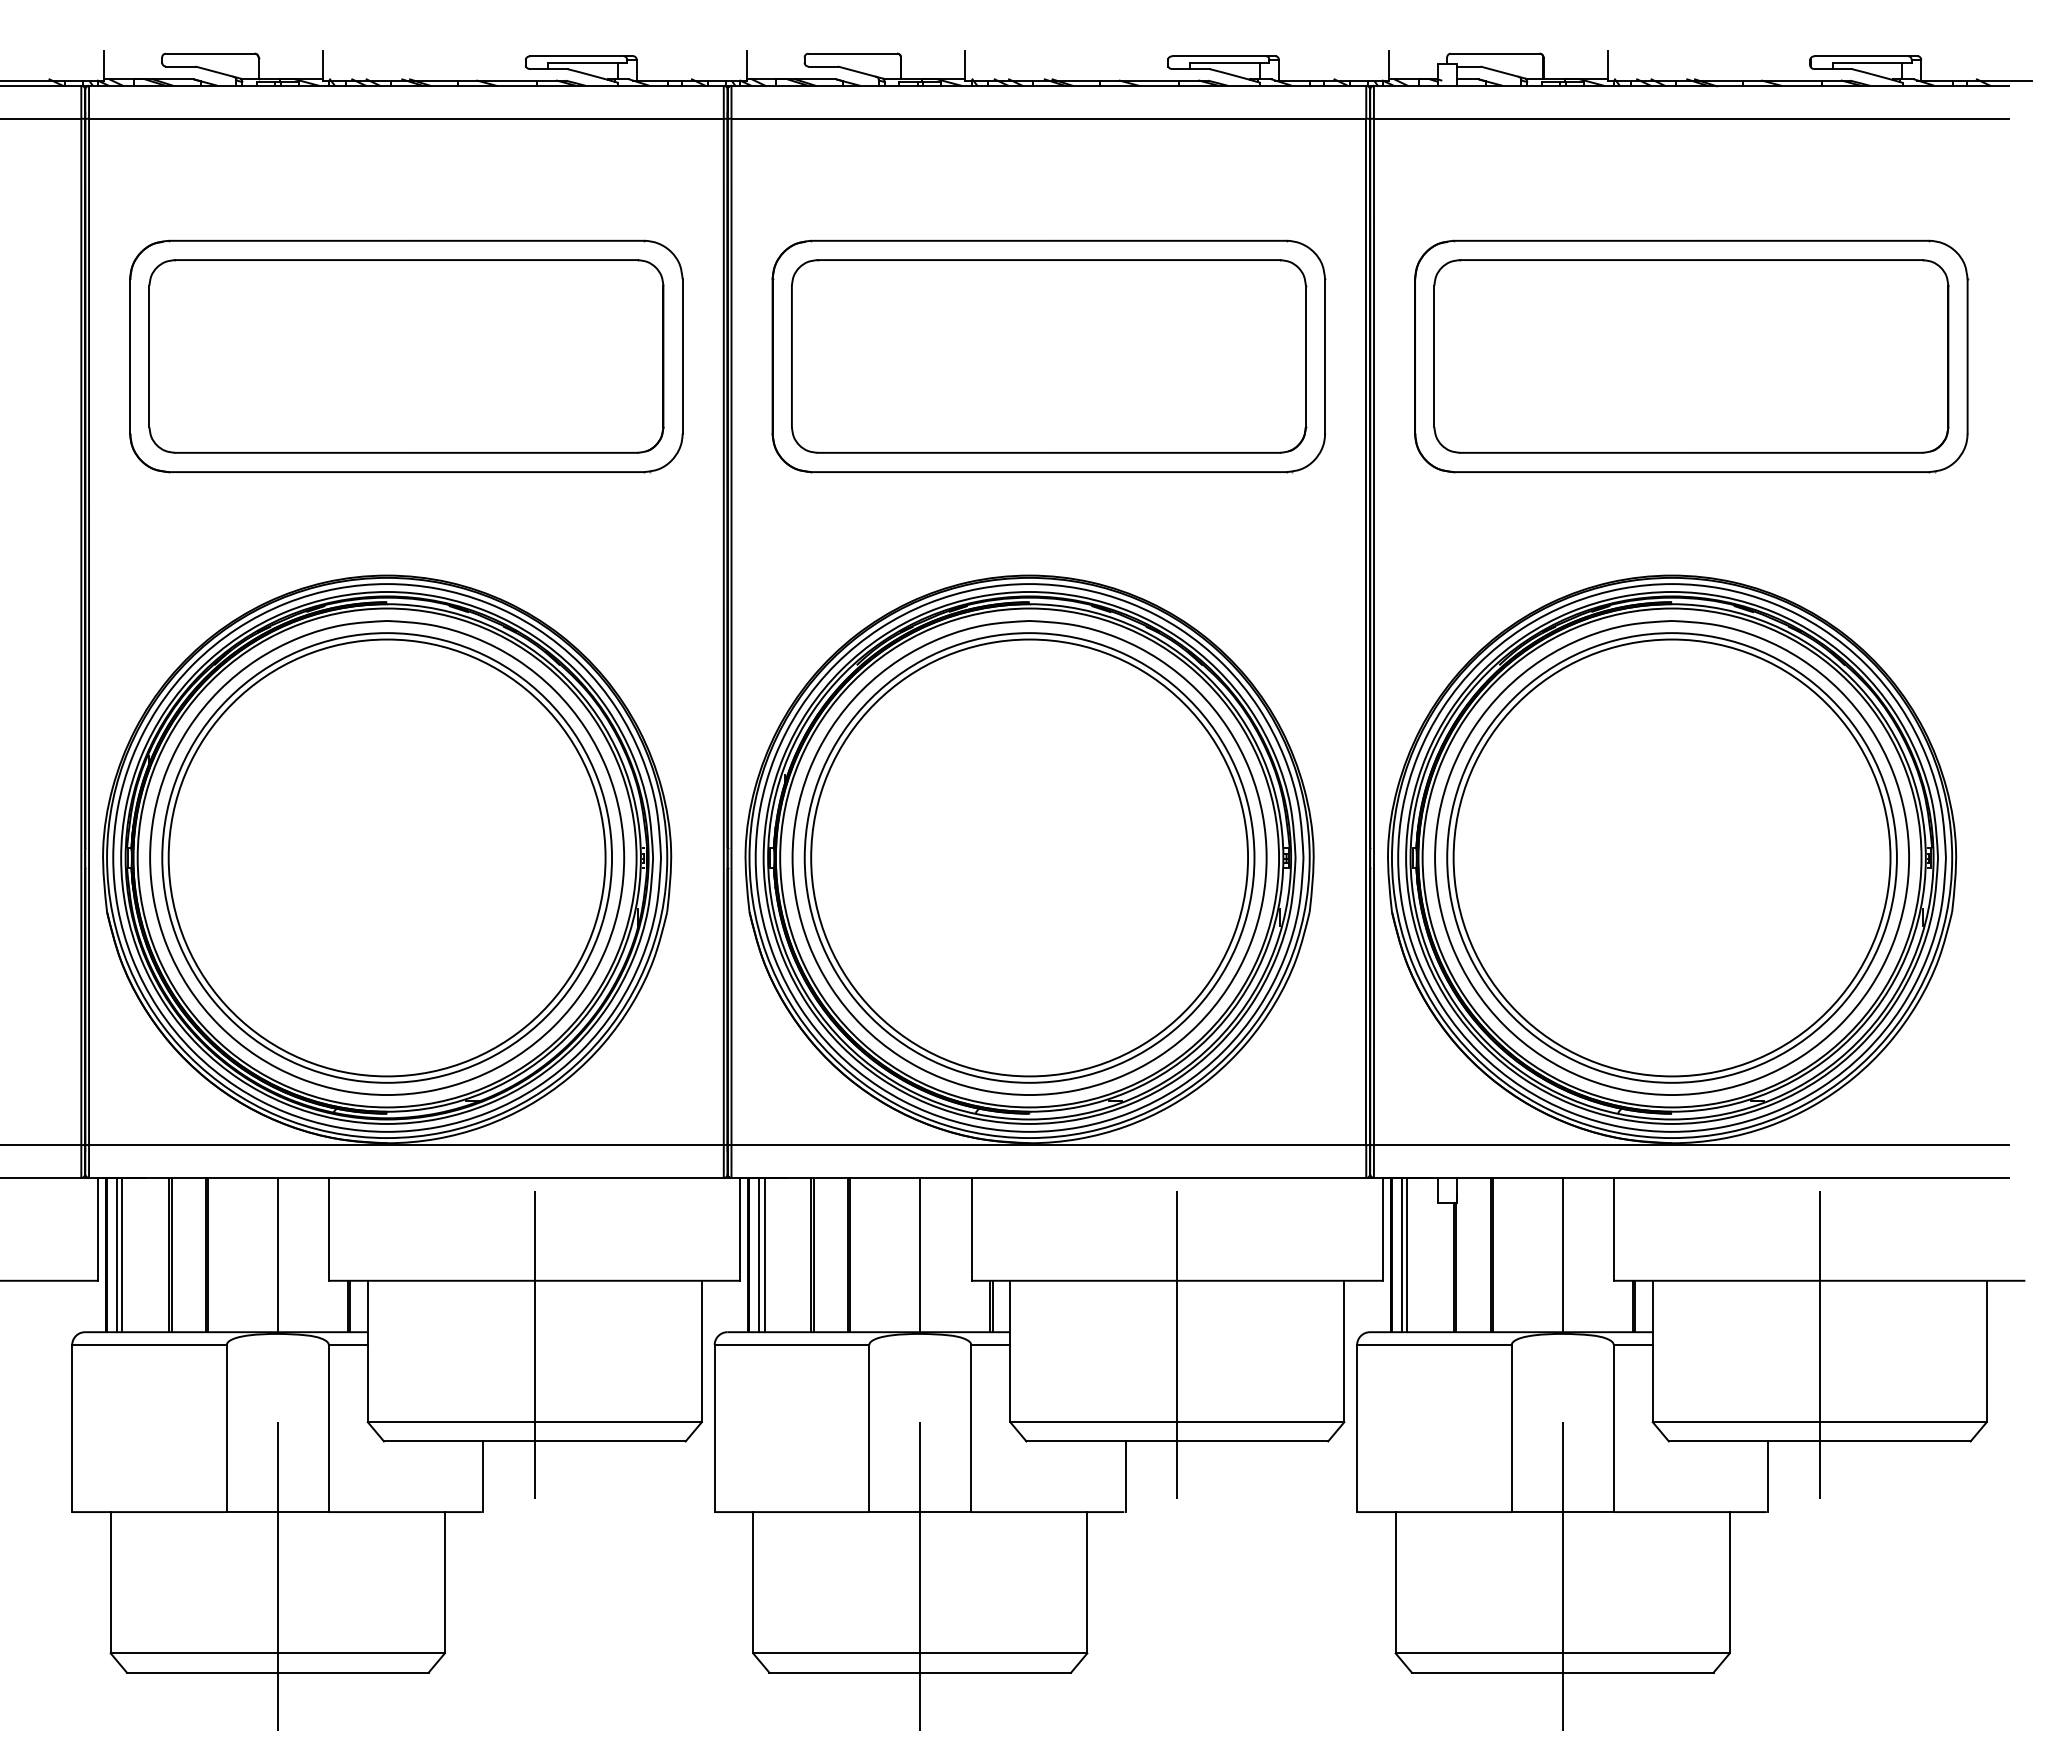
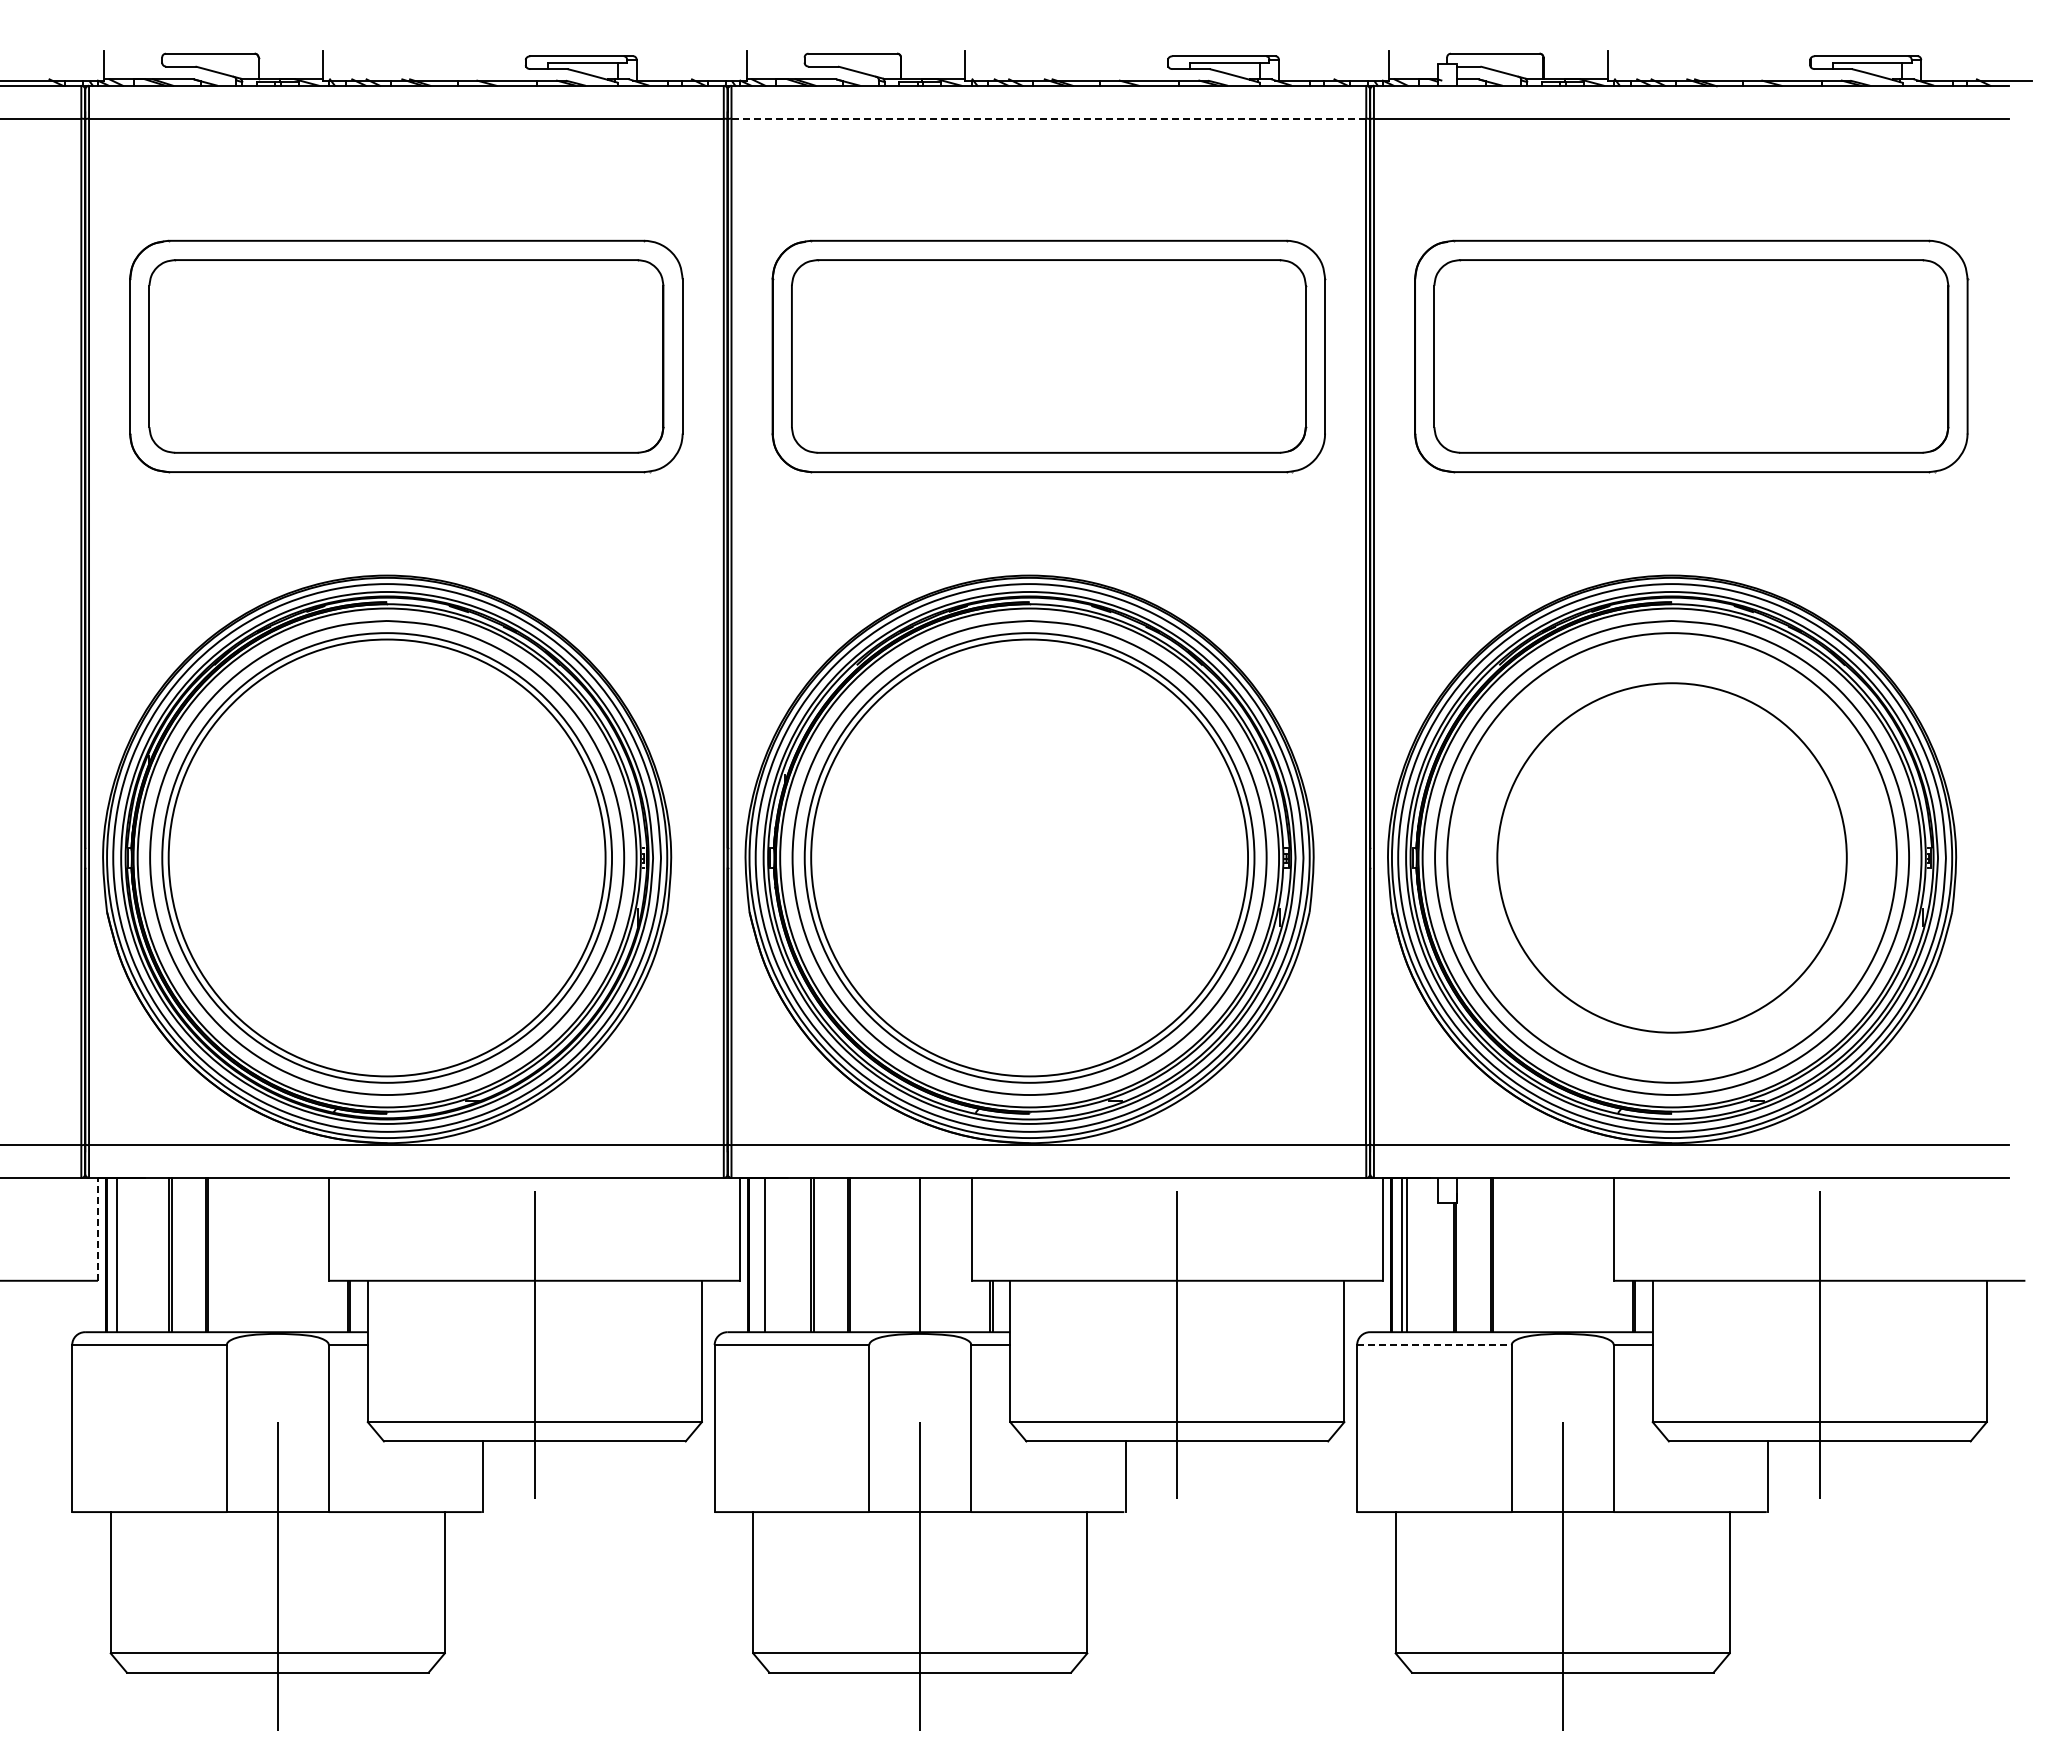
line at (1049, 118): solid -> dashed
circle at (1671, 857) diameter: 437 px -> 349 px
line at (97, 1228): solid -> dashed
line at (122, 1255): present -> none
line at (277, 1255): present -> none
line at (759, 1255): present -> none
line at (1562, 1255): present -> none
line at (1434, 1345): solid -> dashed
